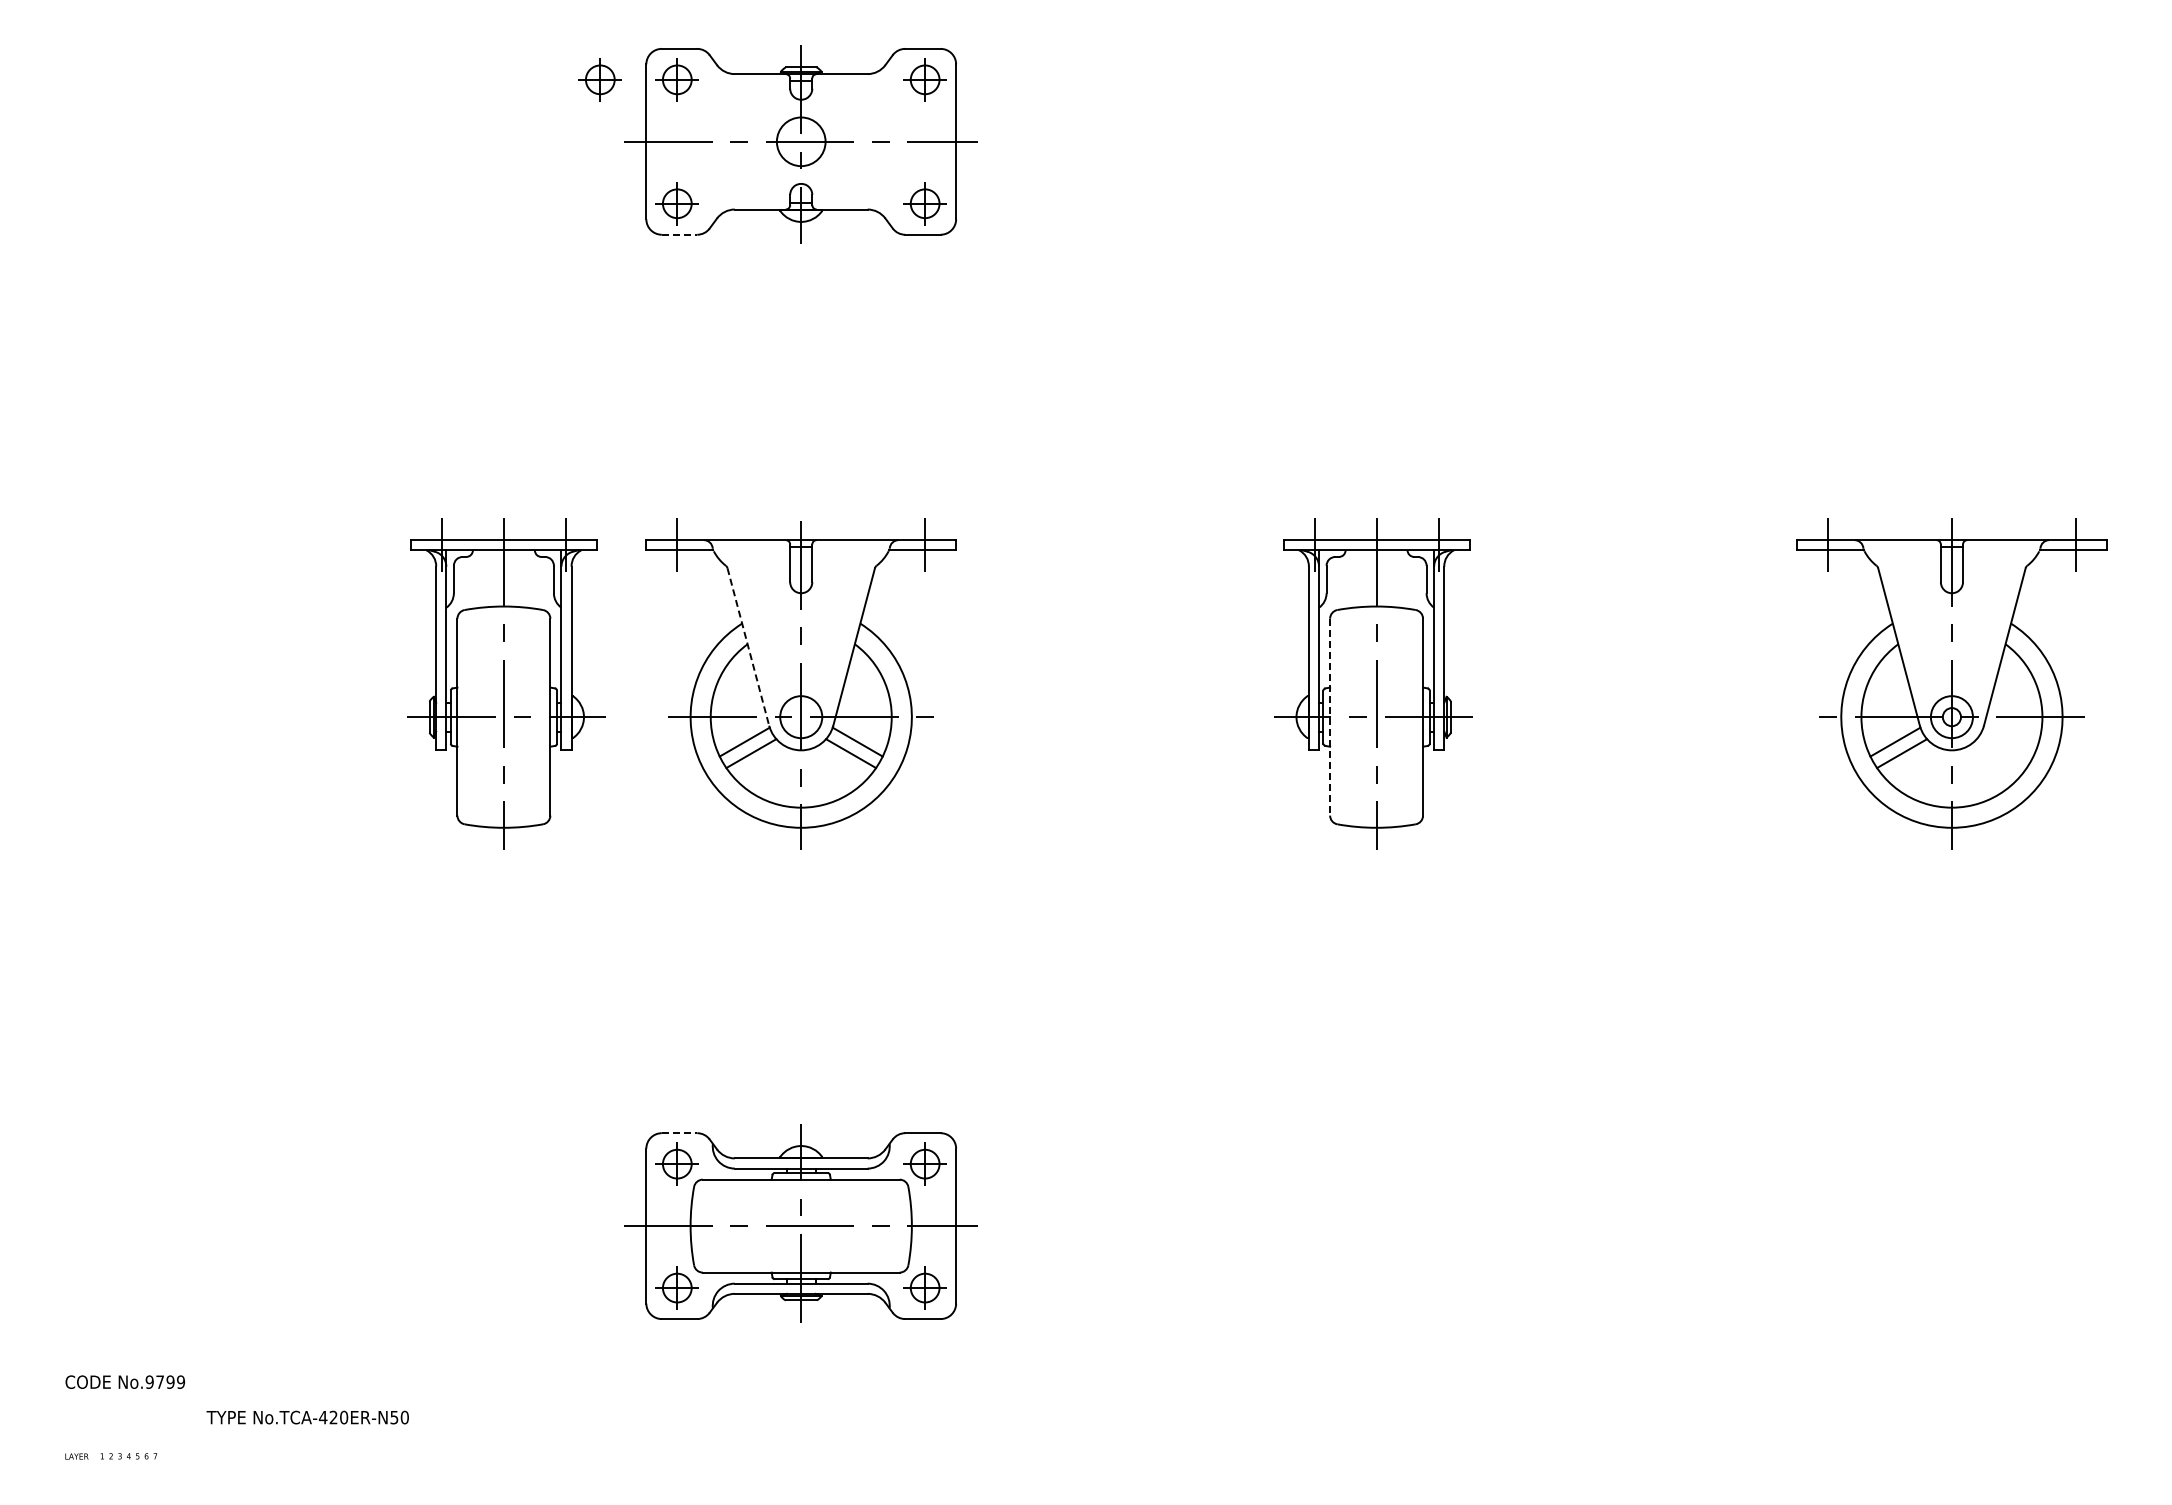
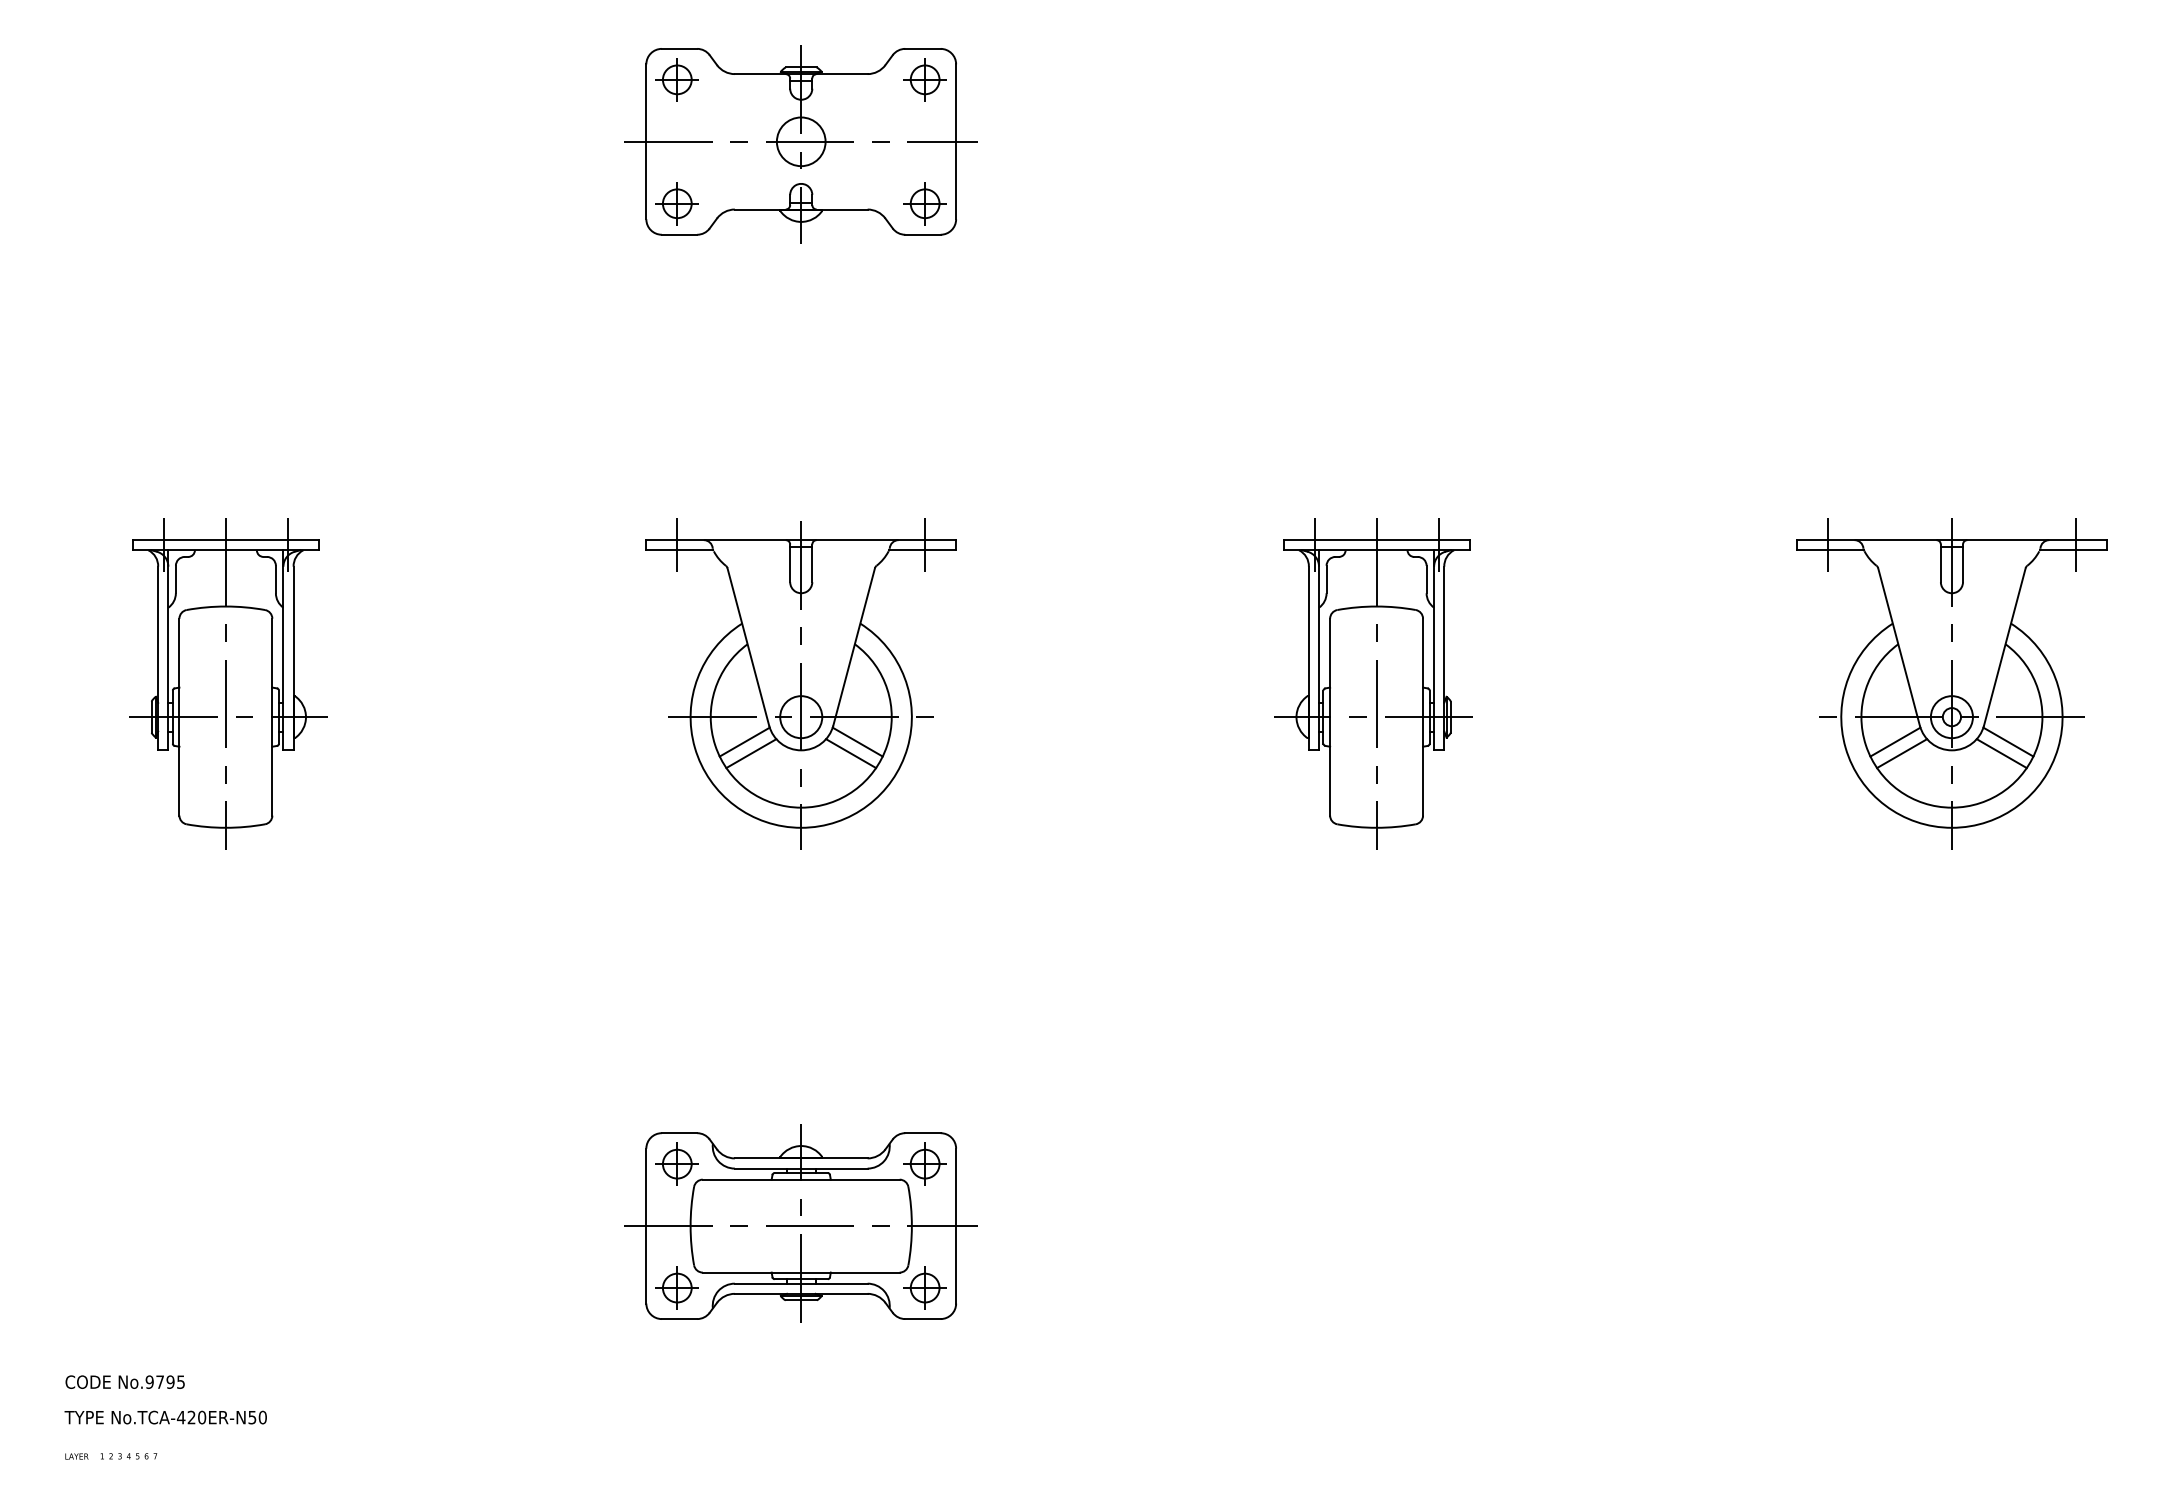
part at (599, 79): present -> none
line at (679, 234): dashed -> solid
line at (748, 647): dashed -> solid
part at (506, 683) position: (506, 683) -> (228, 683)
line at (1330, 717): dashed -> solid
line at (2008, 741): none -> present
line at (2001, 753): none -> present
line at (679, 1133): dashed -> solid
text at (181, 1381): No.9799 -> No.9795
text at (307, 1417) position: (307, 1417) -> (165, 1417)
